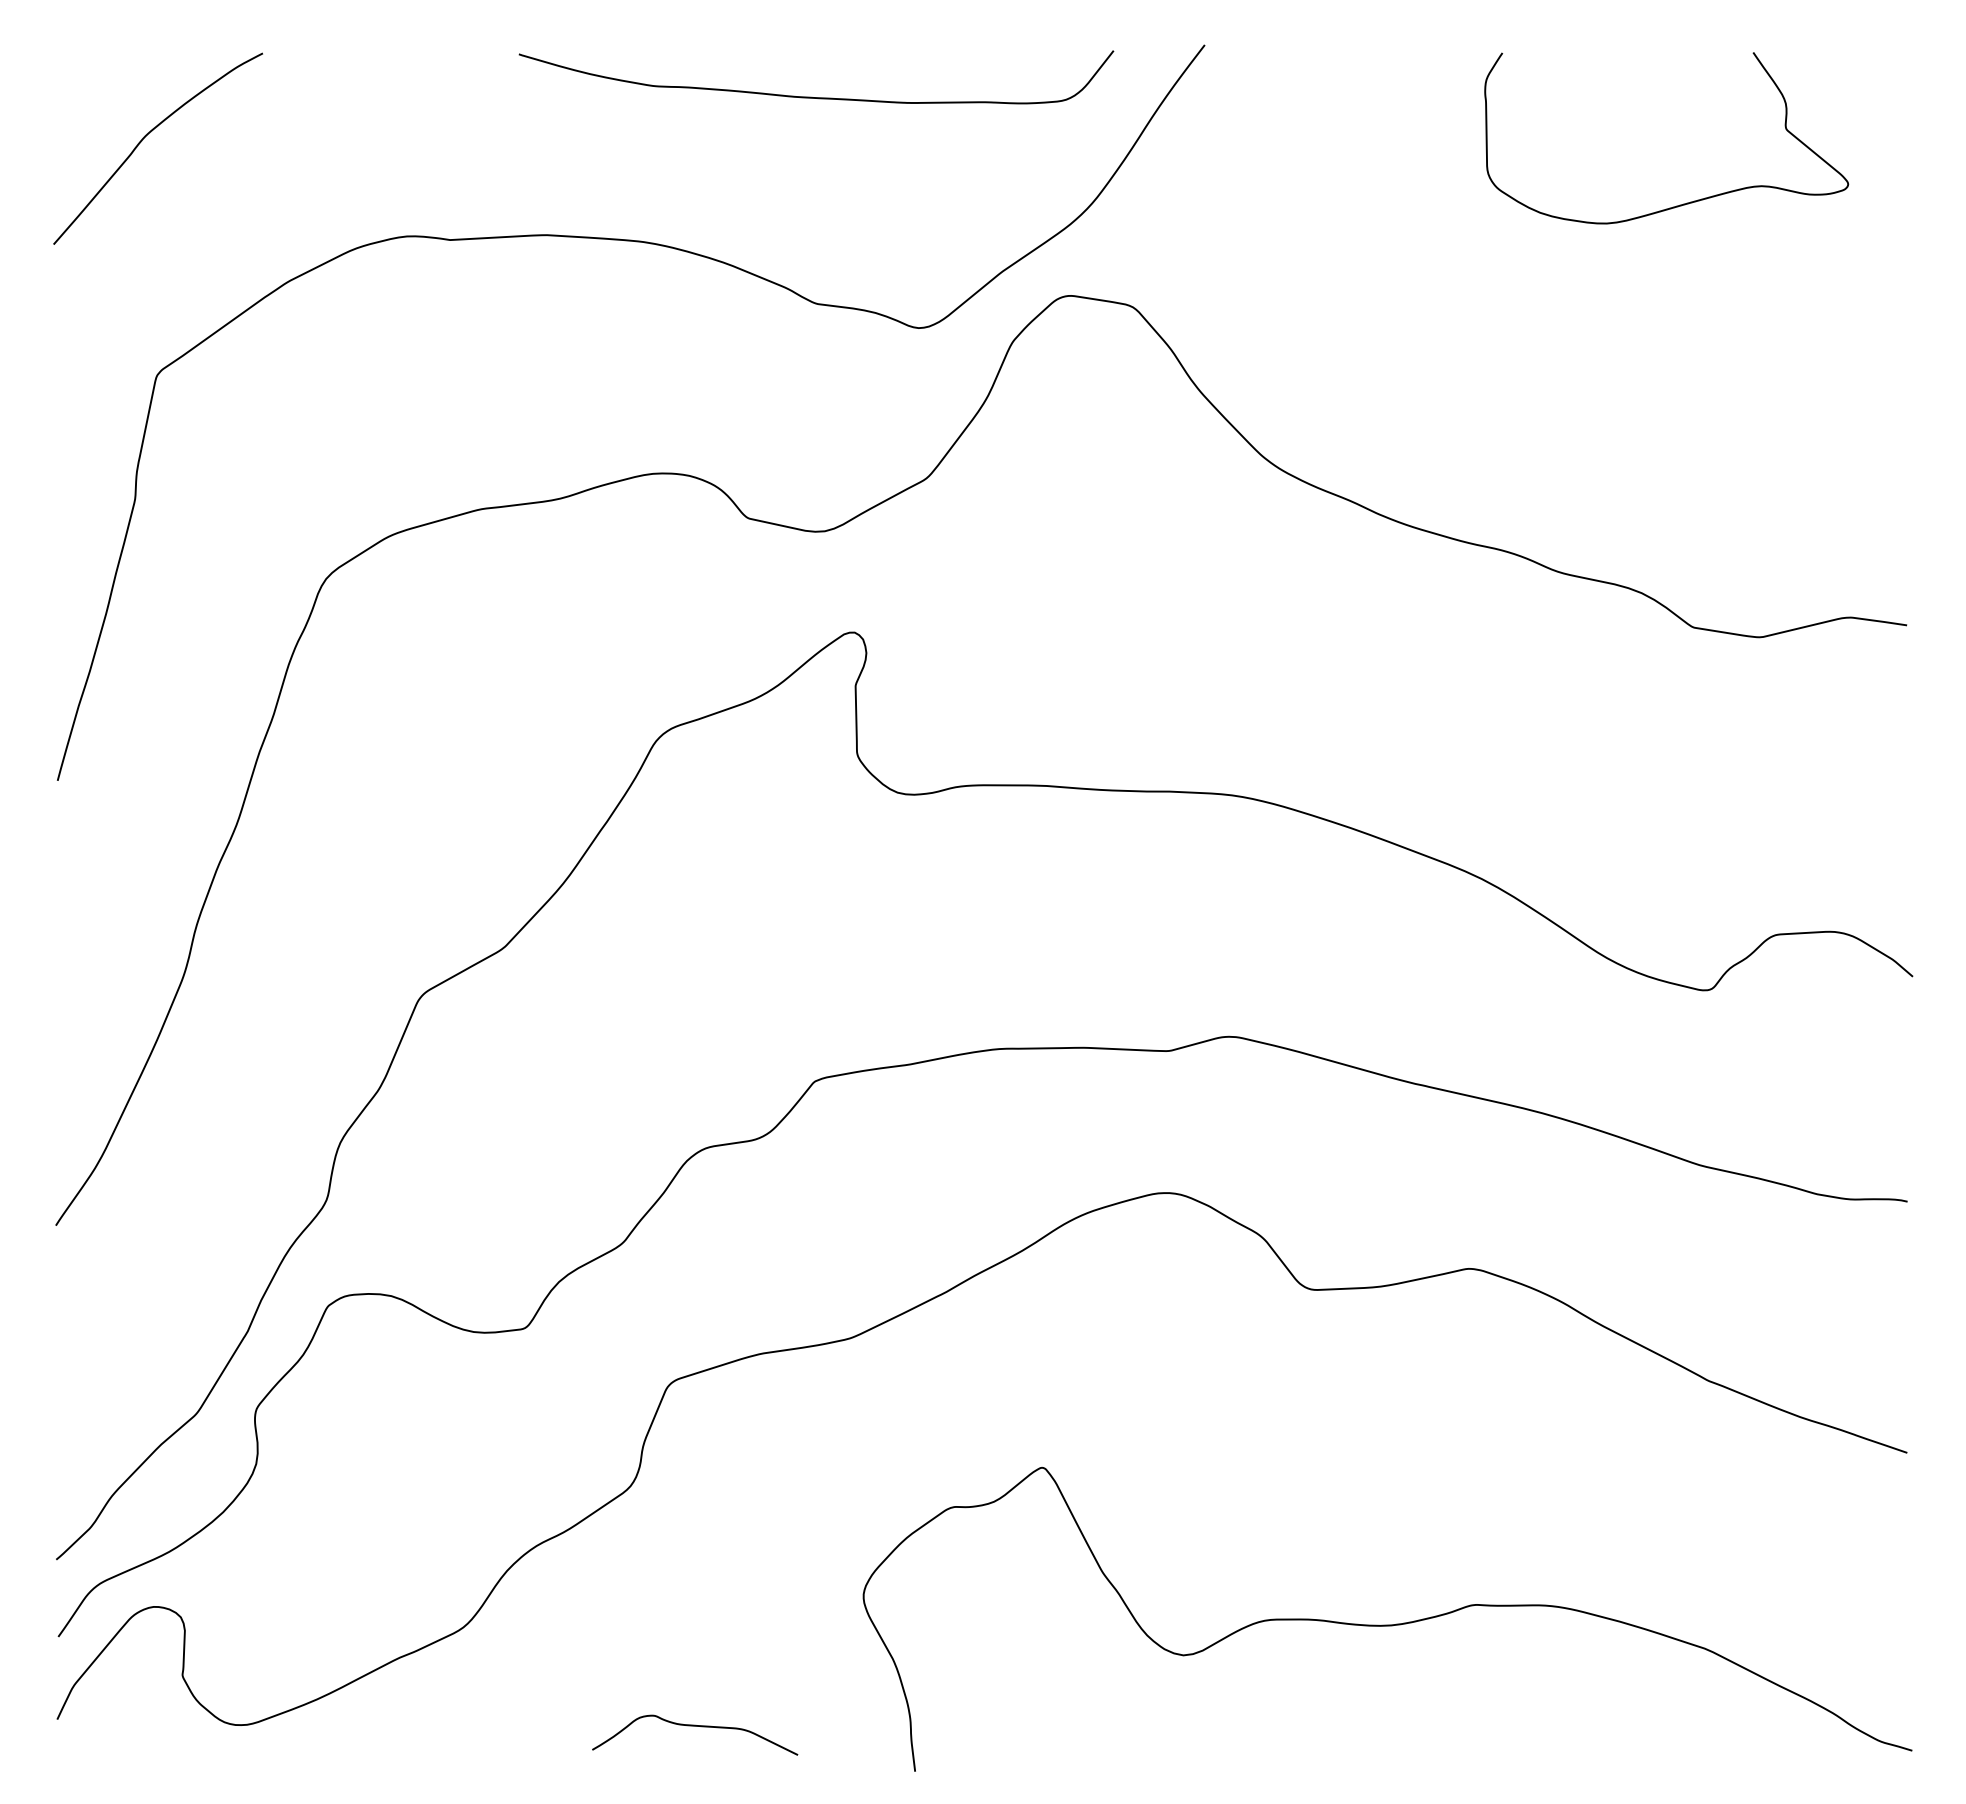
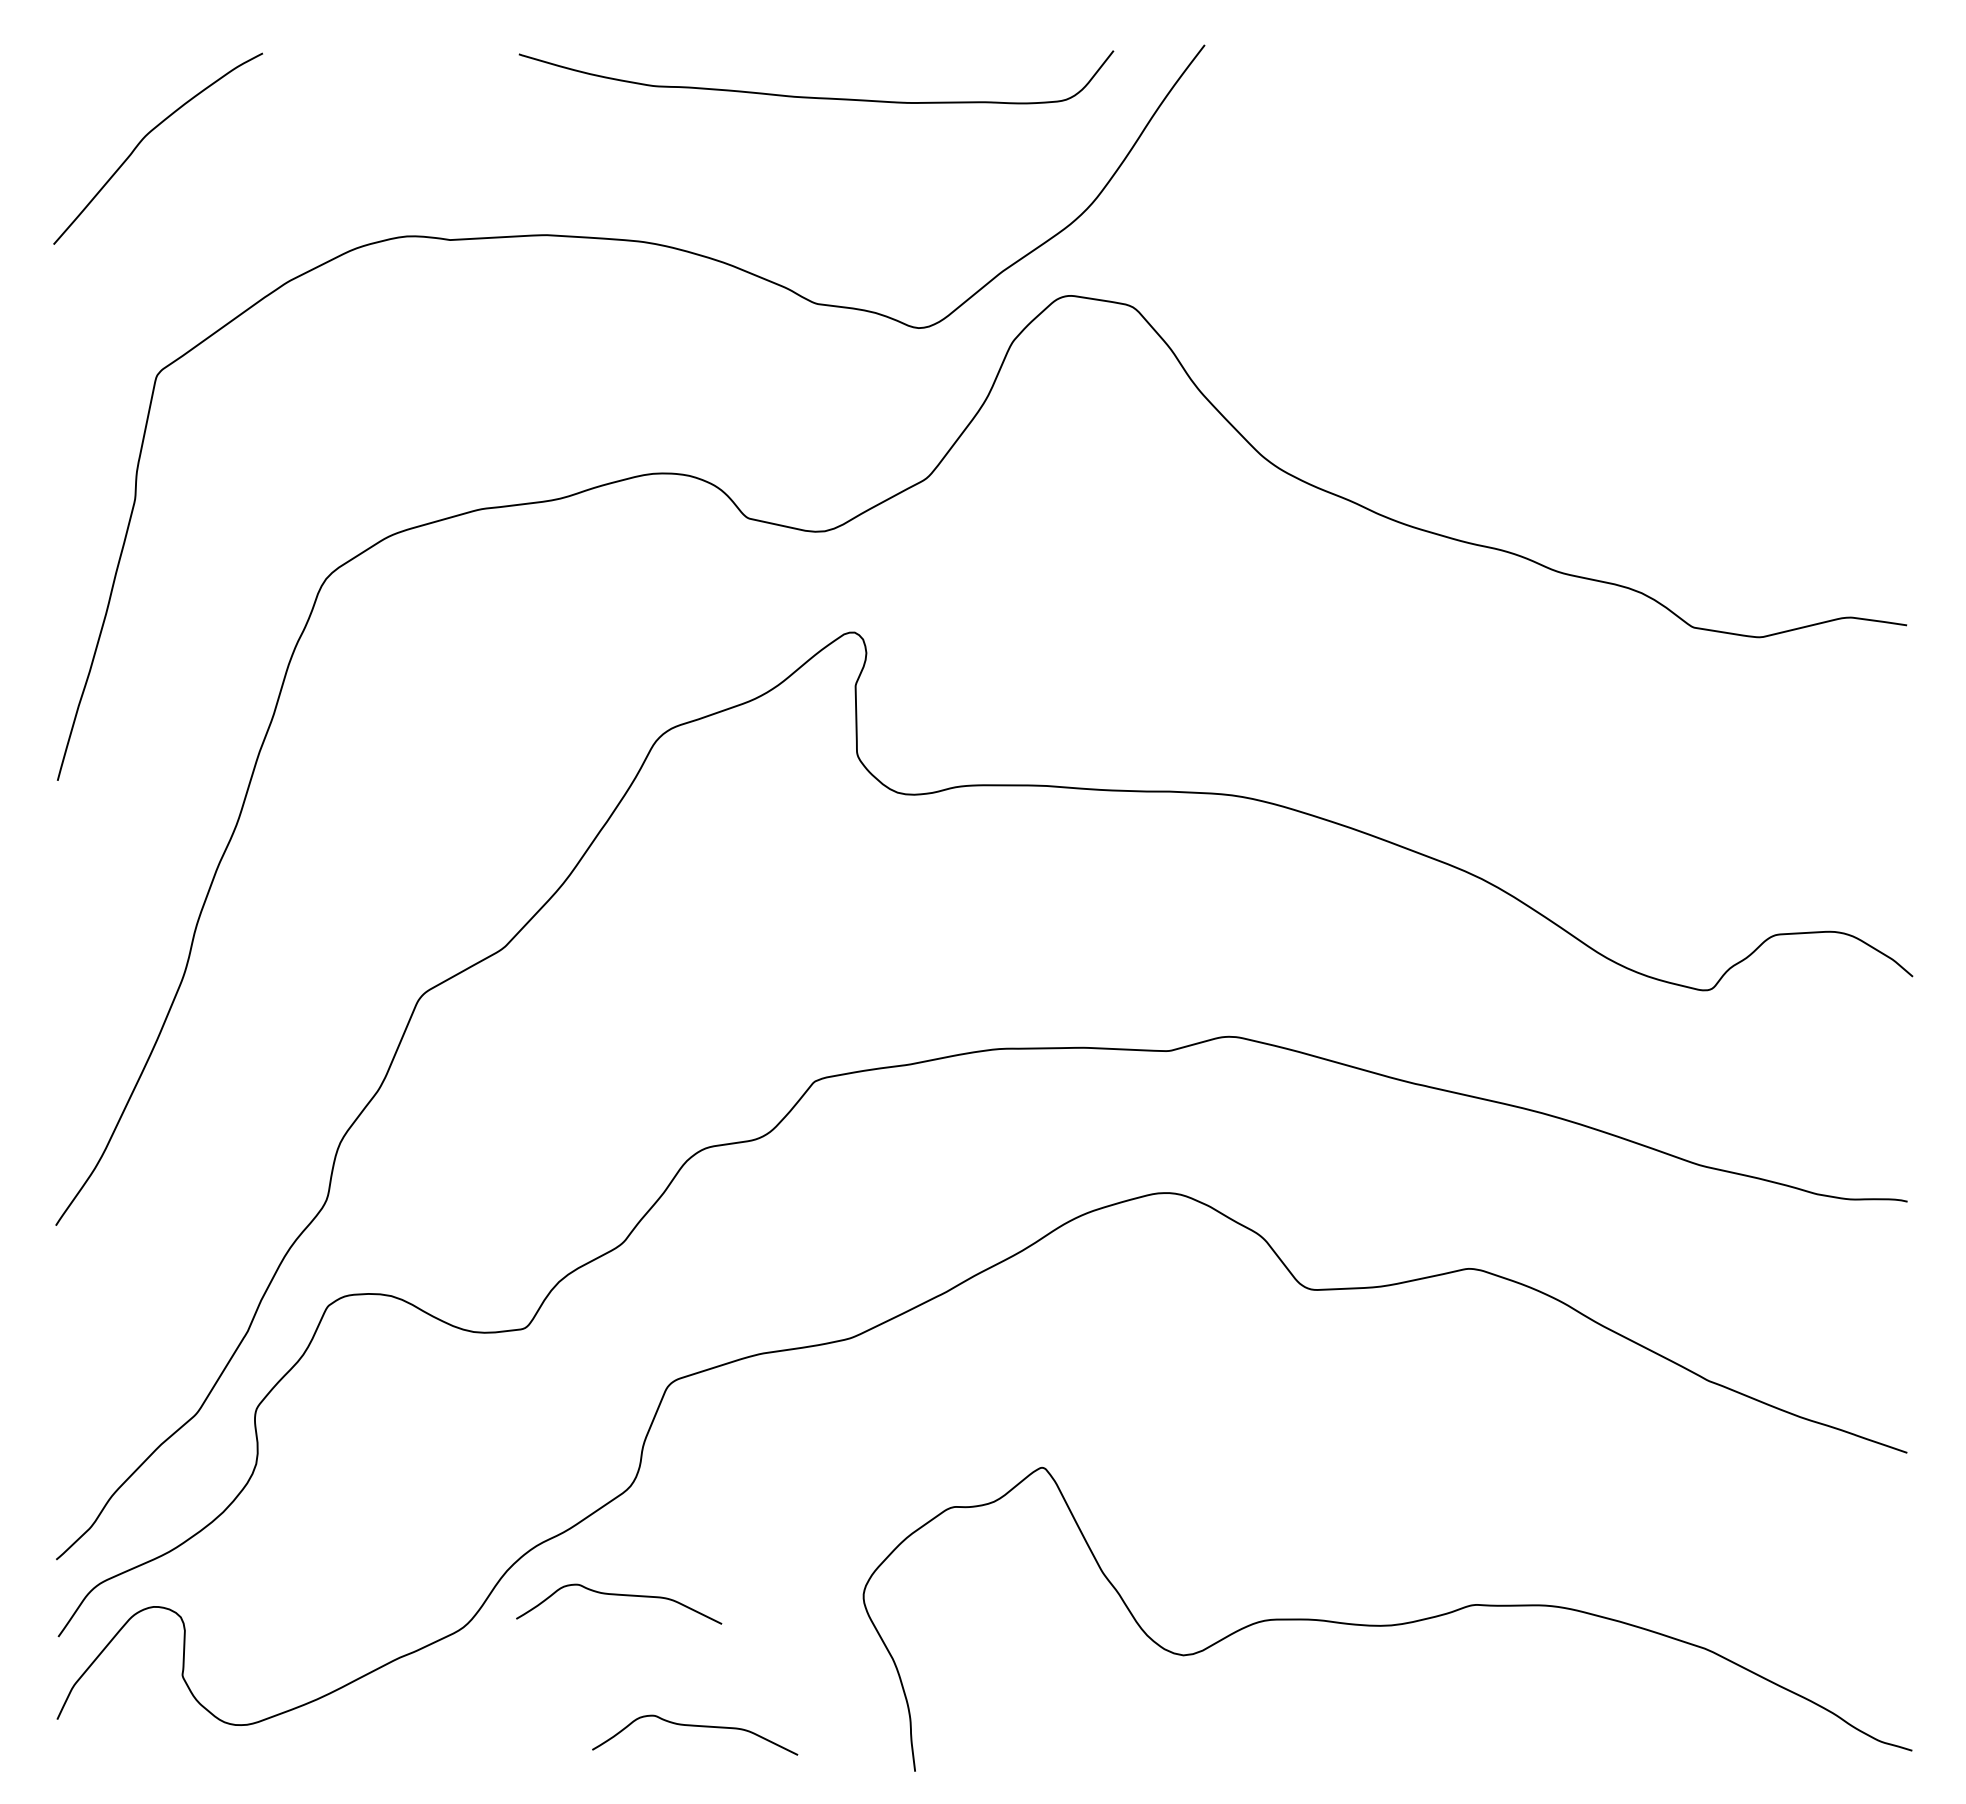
curve at (1683, 203): present -> none
curve at (619, 1595): none -> present
